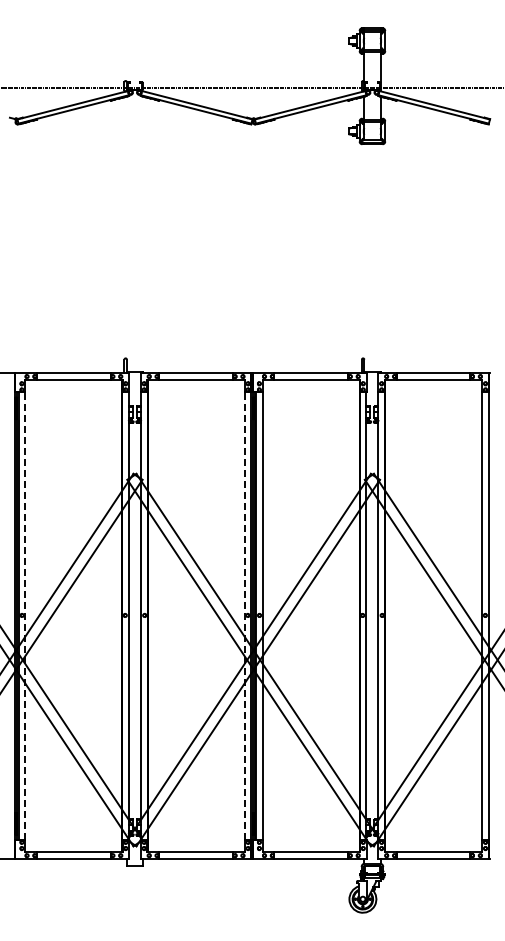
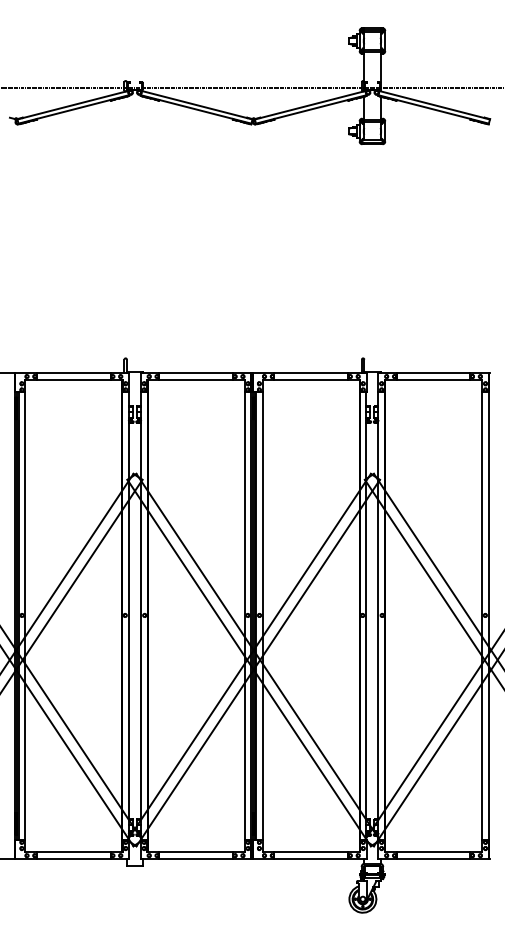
line at (25, 615): dashed -> solid
line at (244, 615): dashed -> solid
